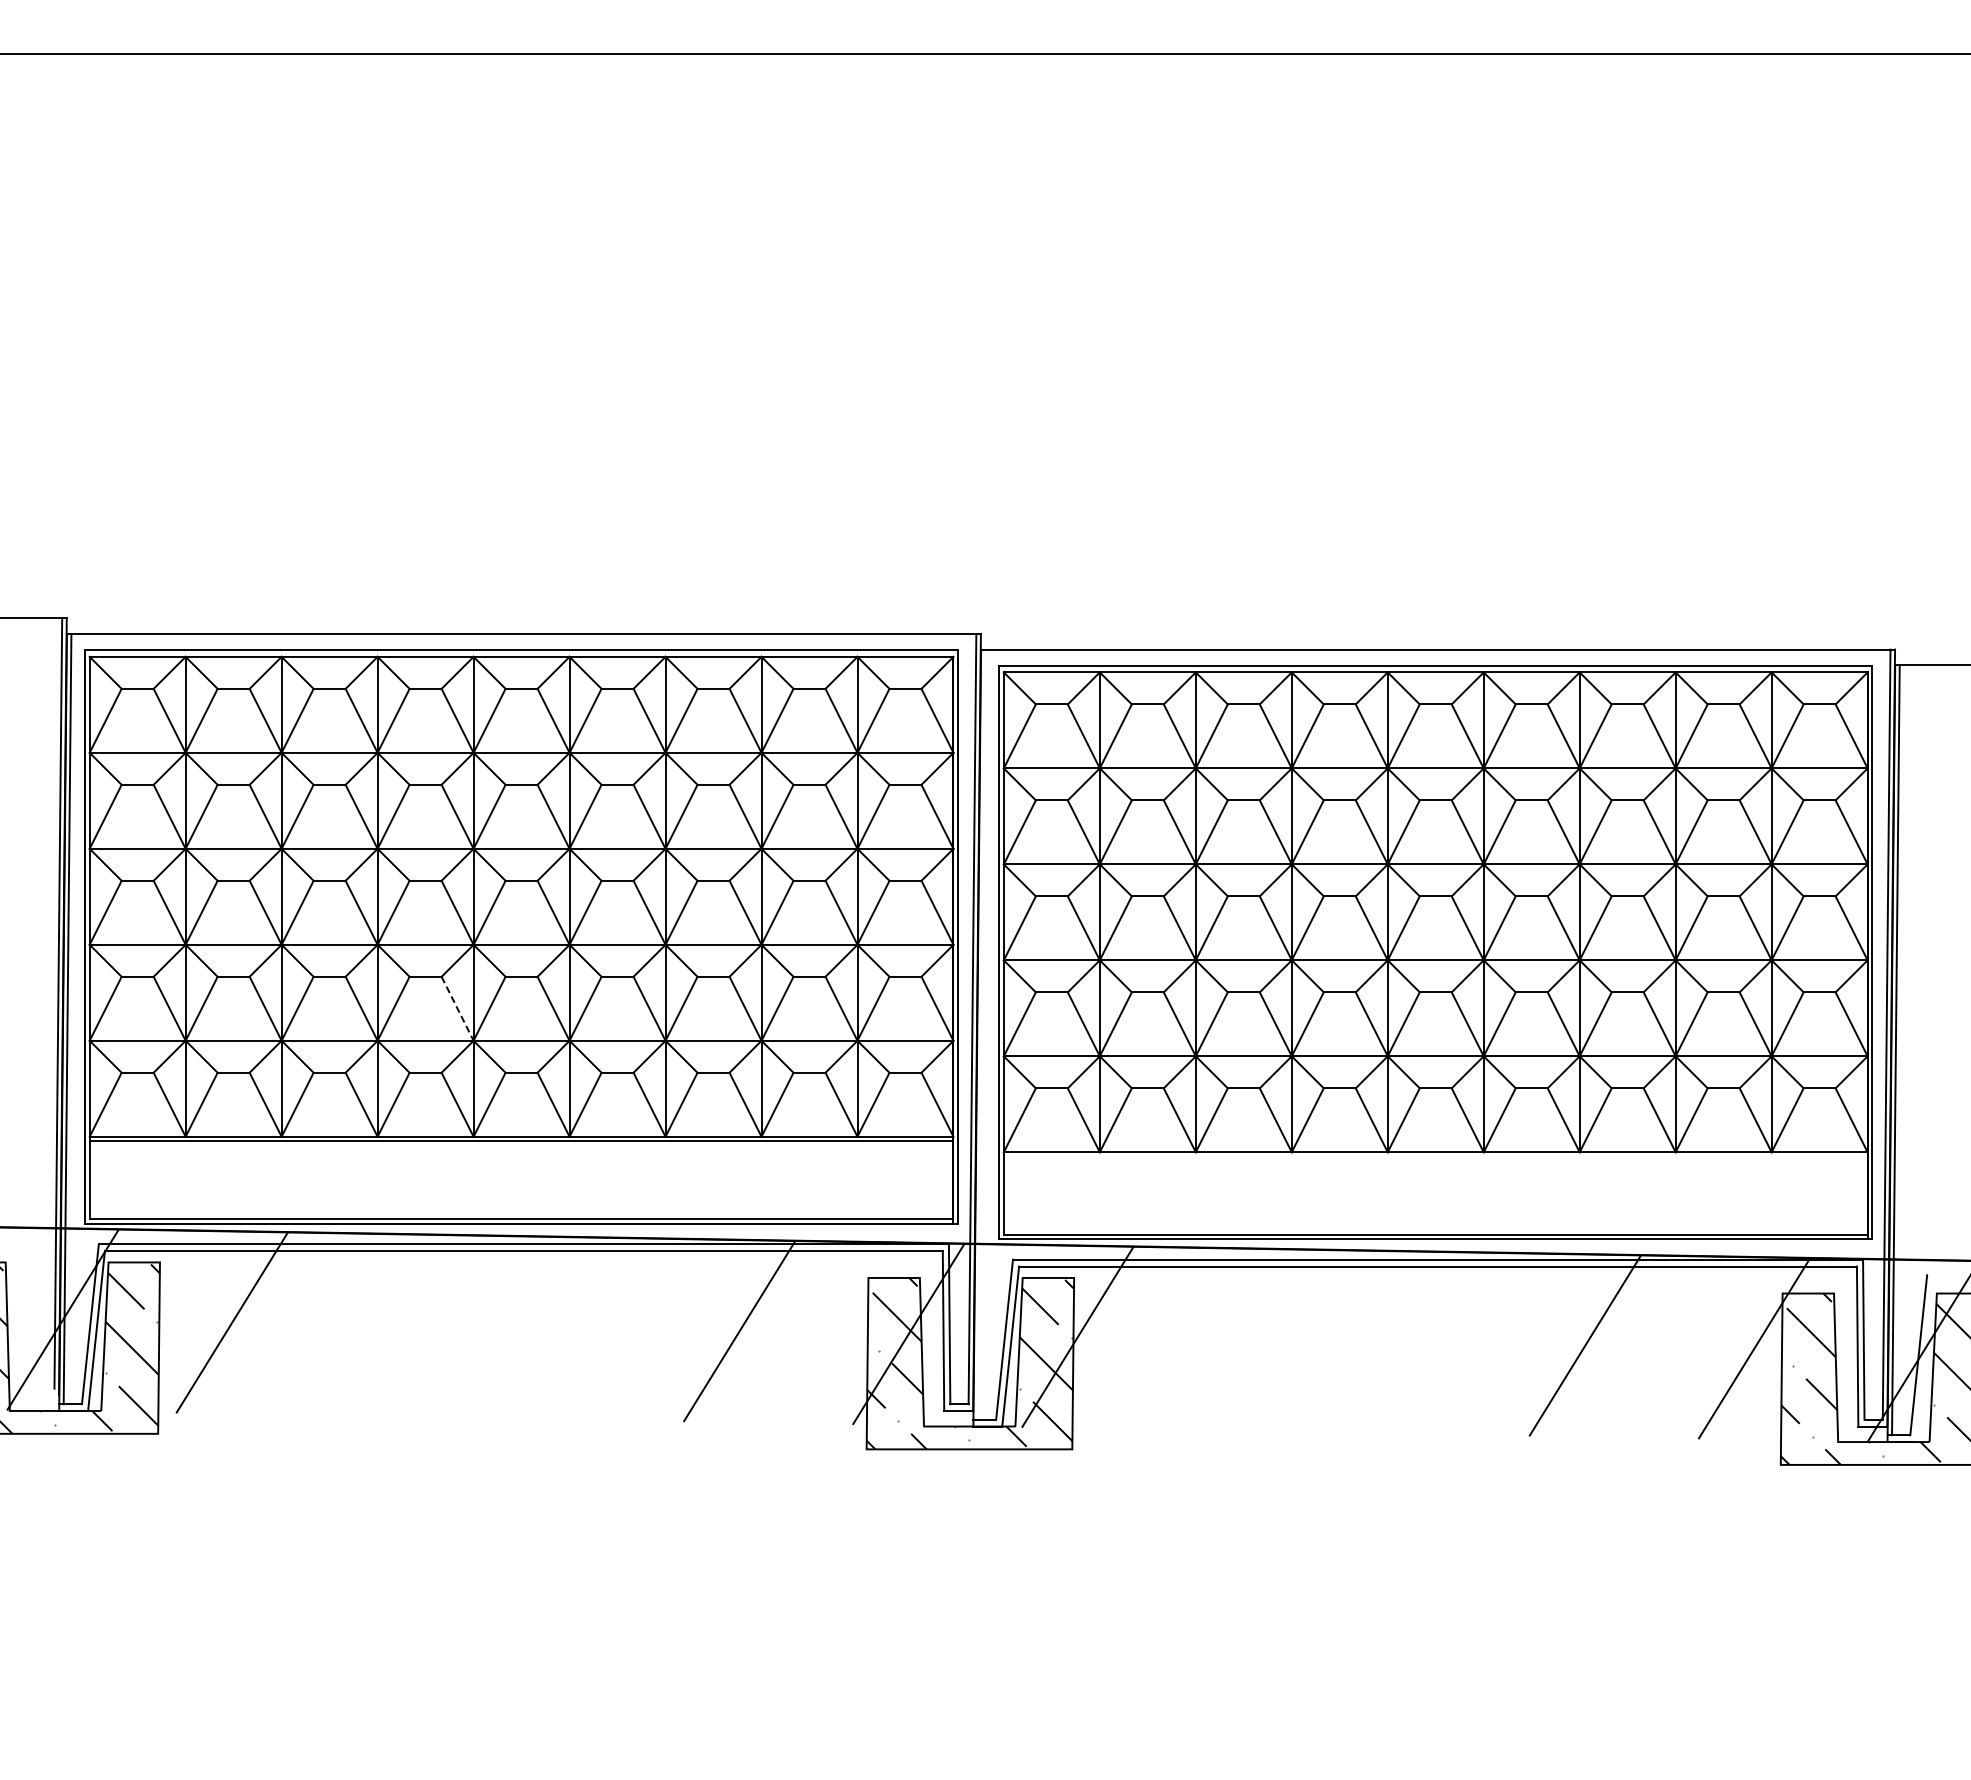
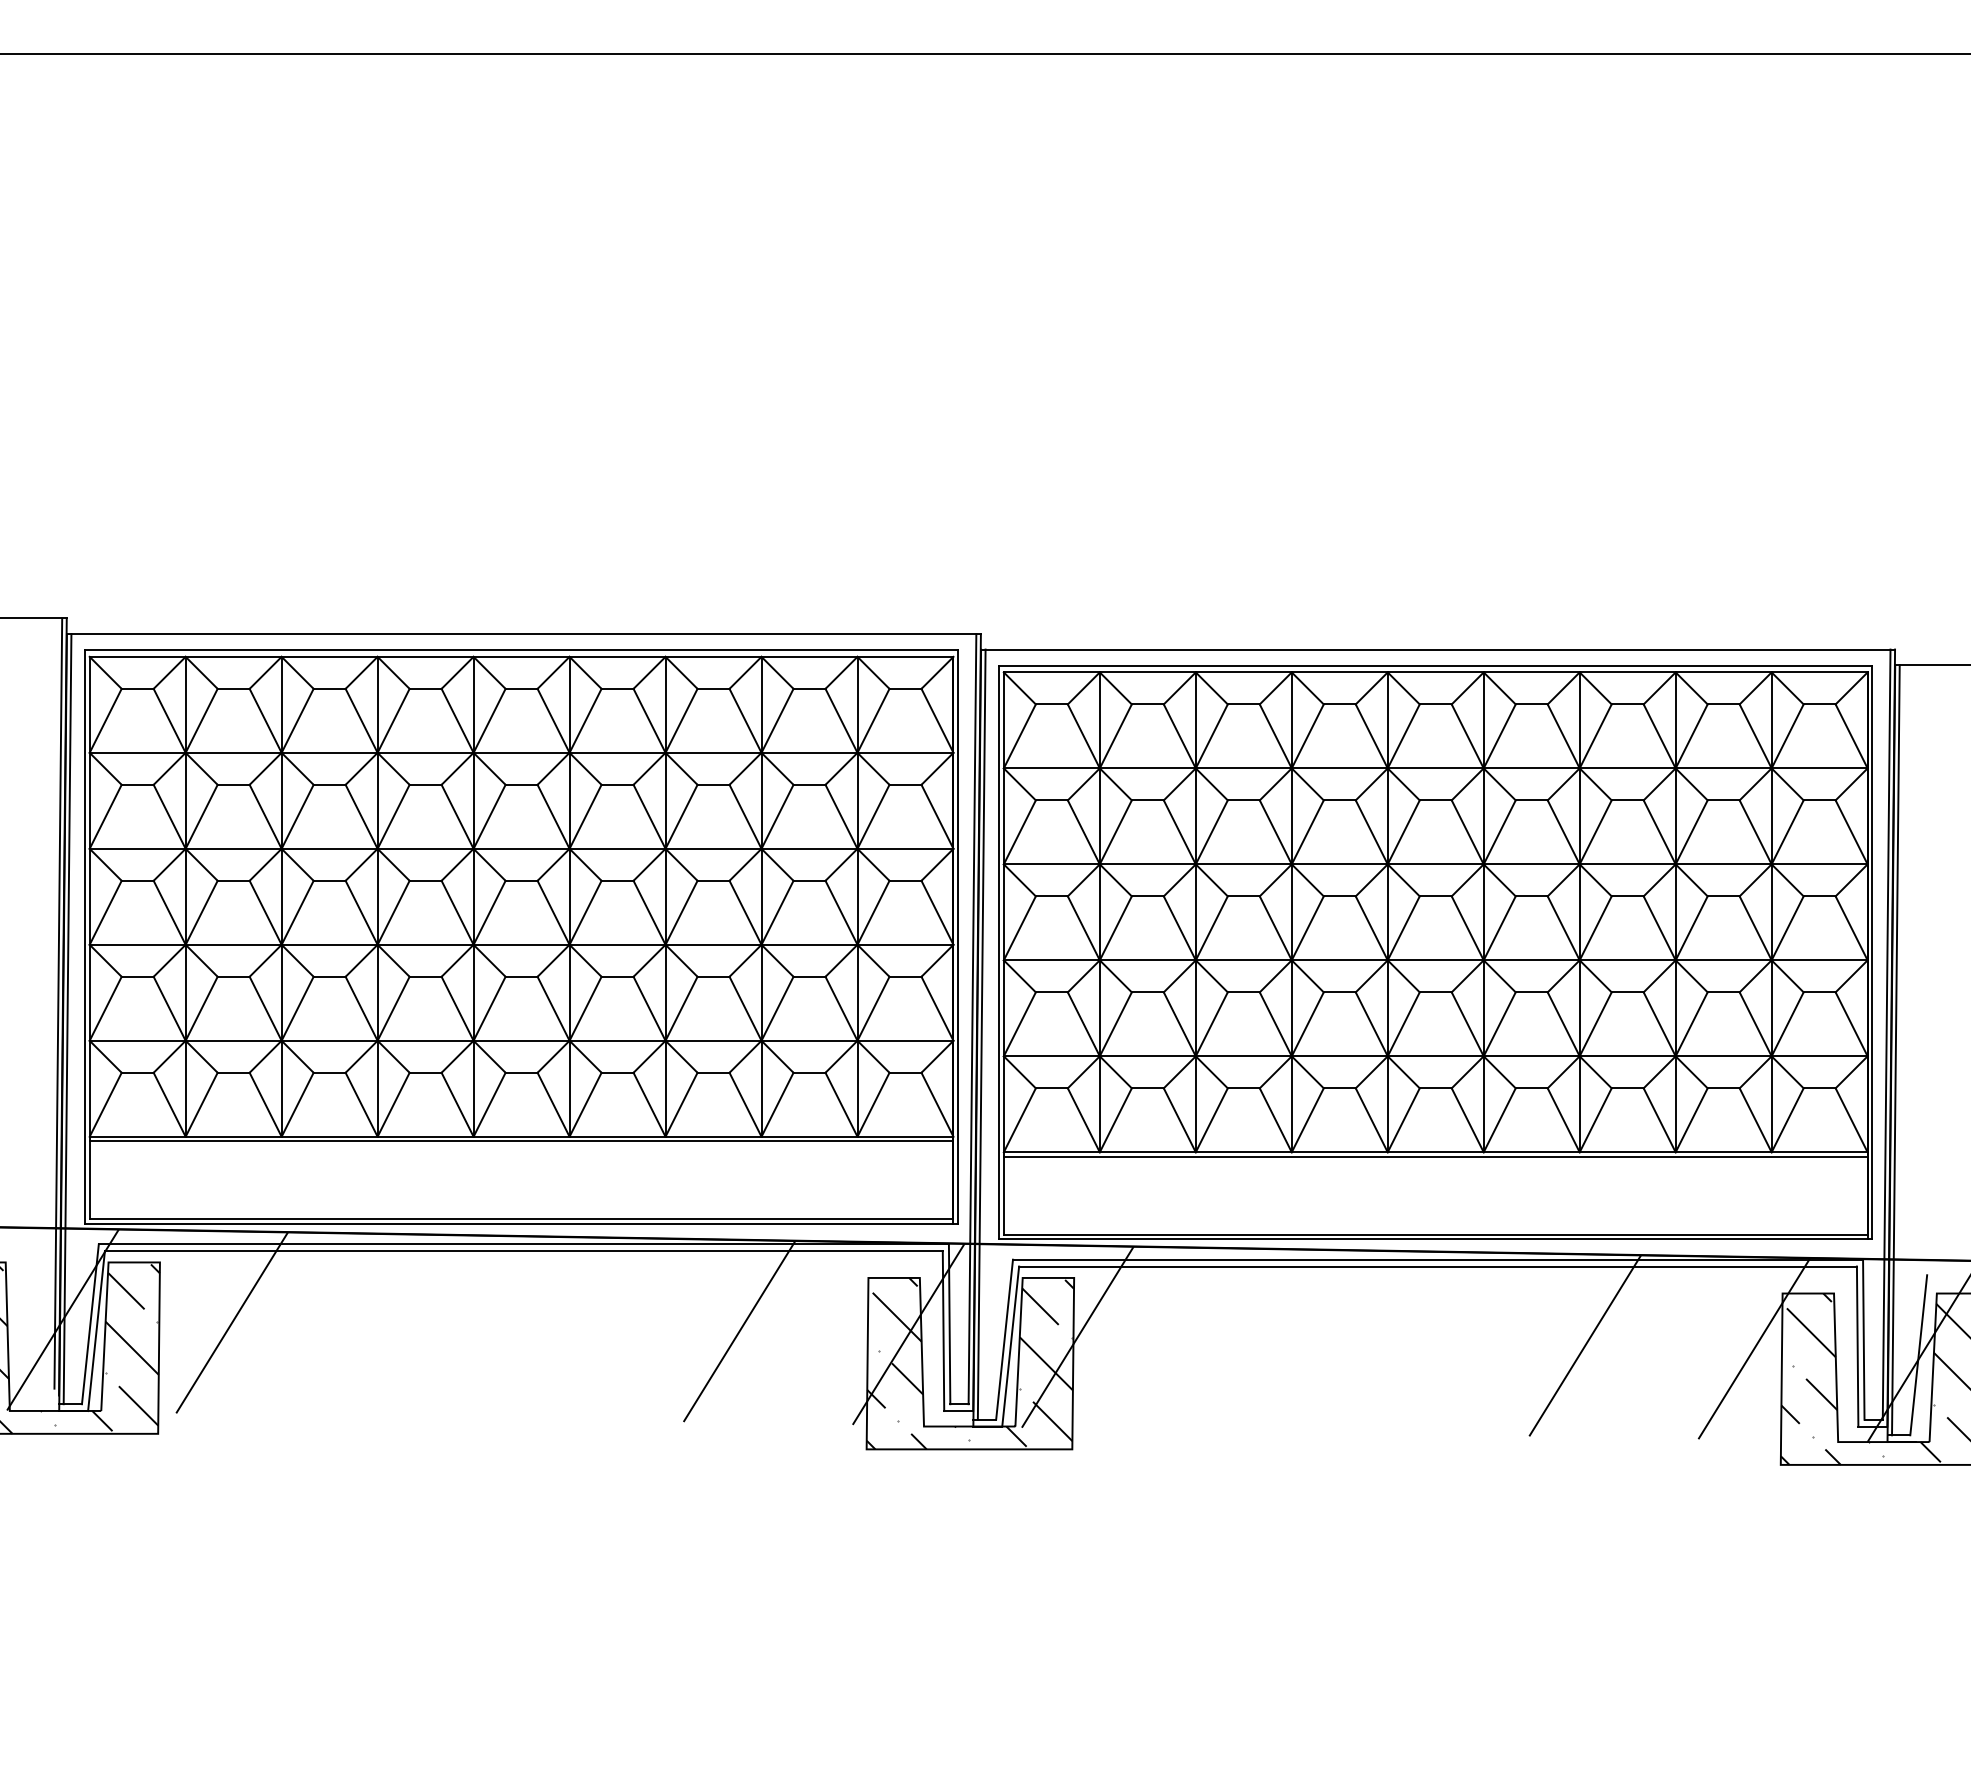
line at (457, 1008): dashed -> solid
line at (981, 1034): none -> present
line at (1435, 1156): none -> present
